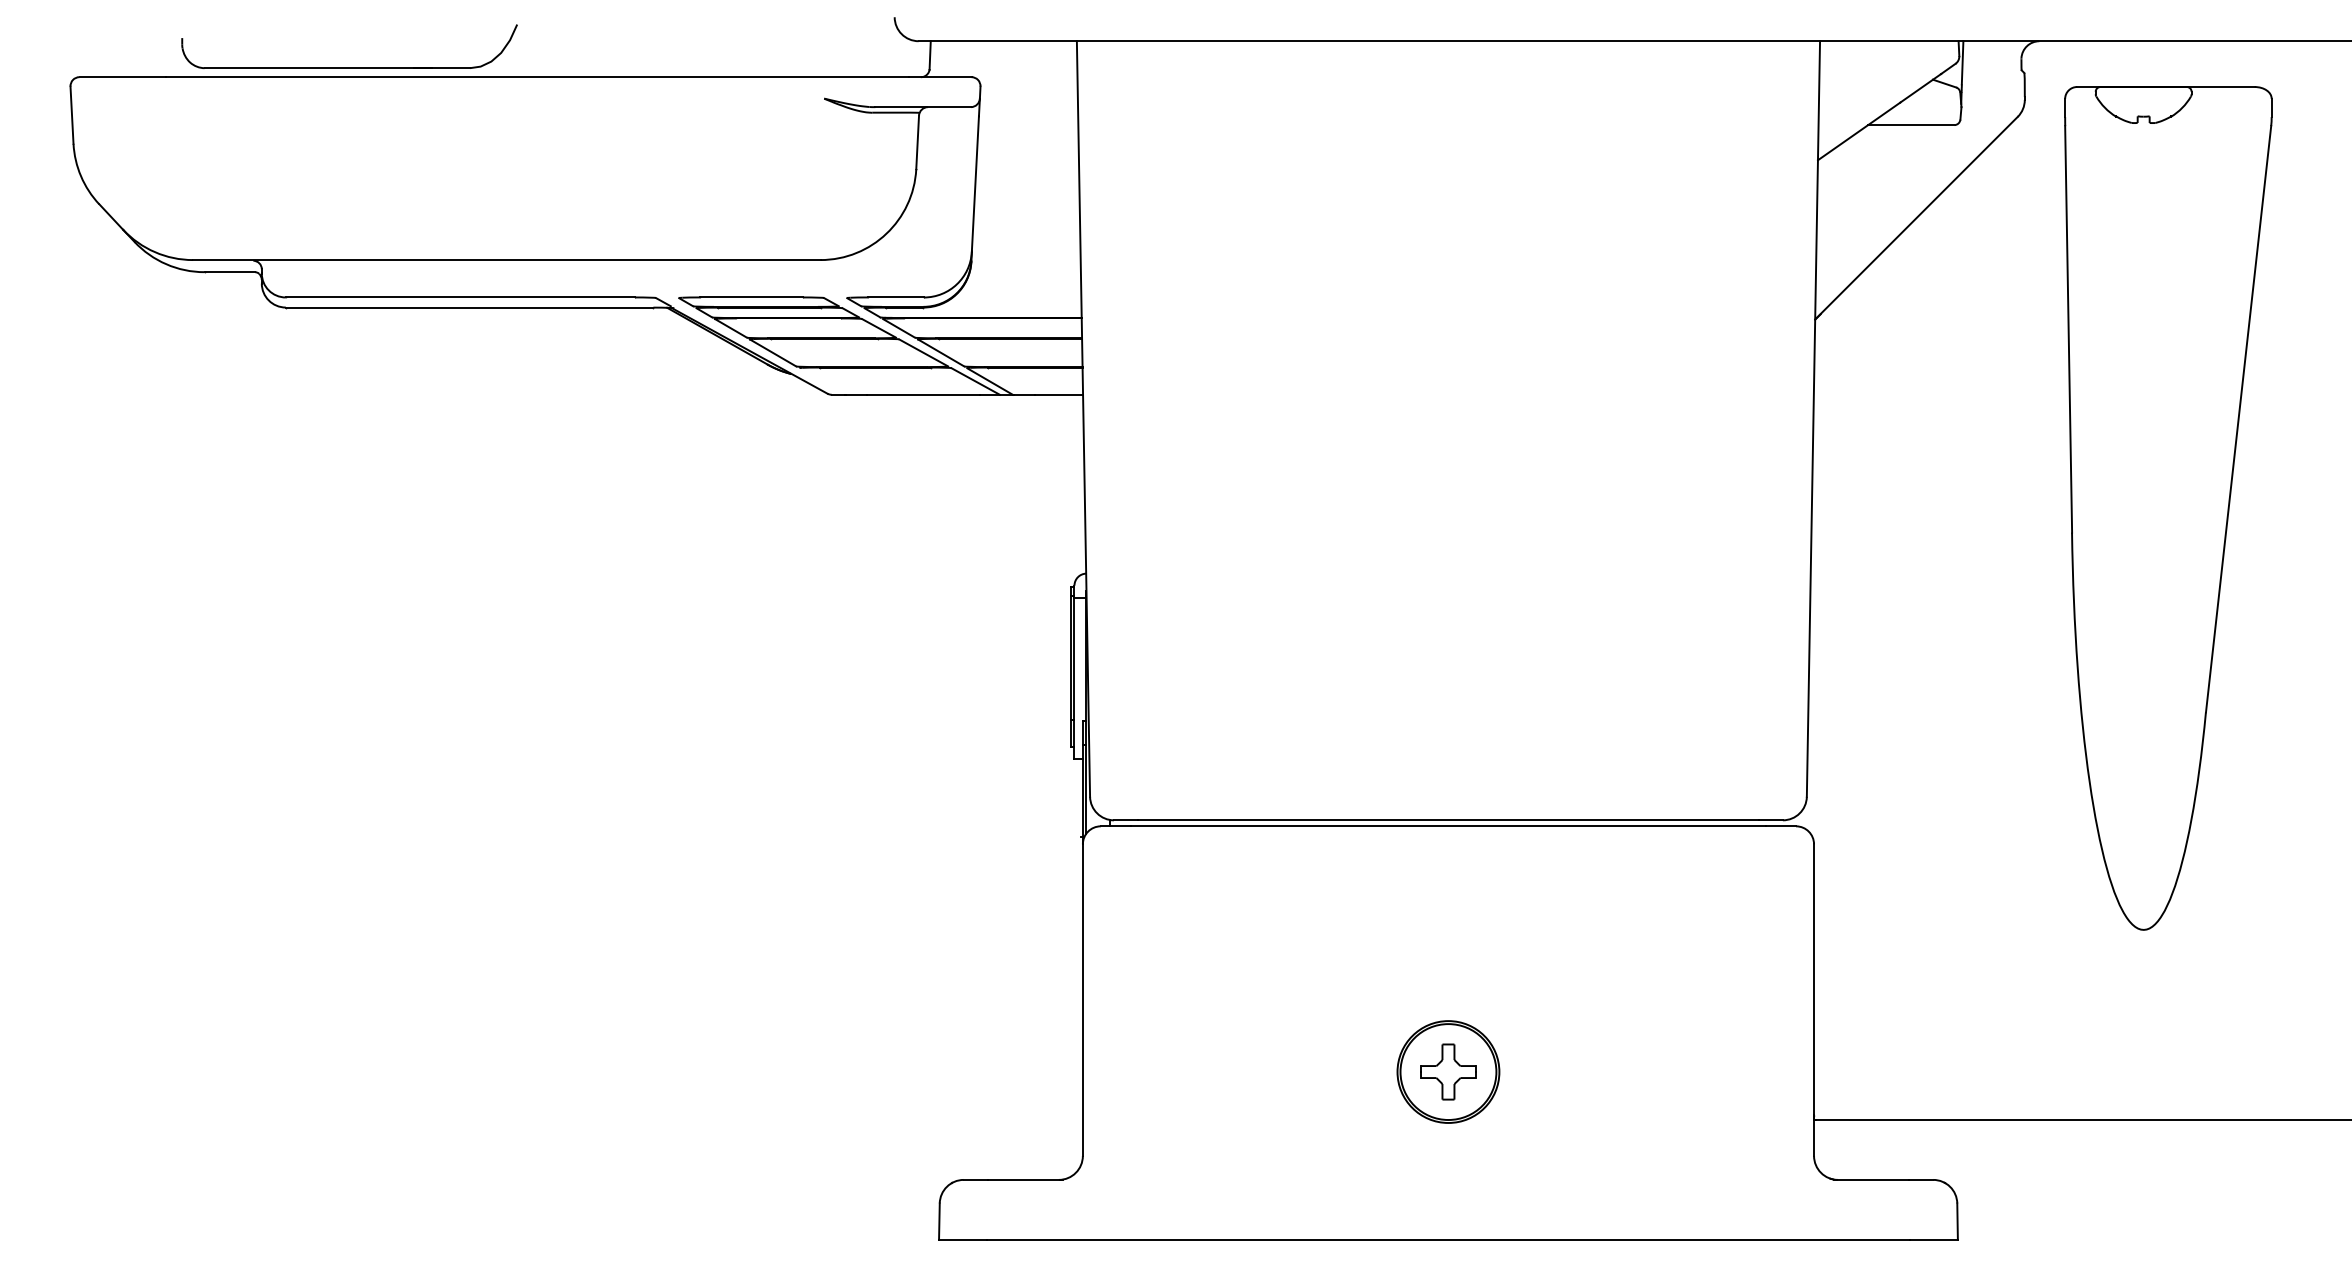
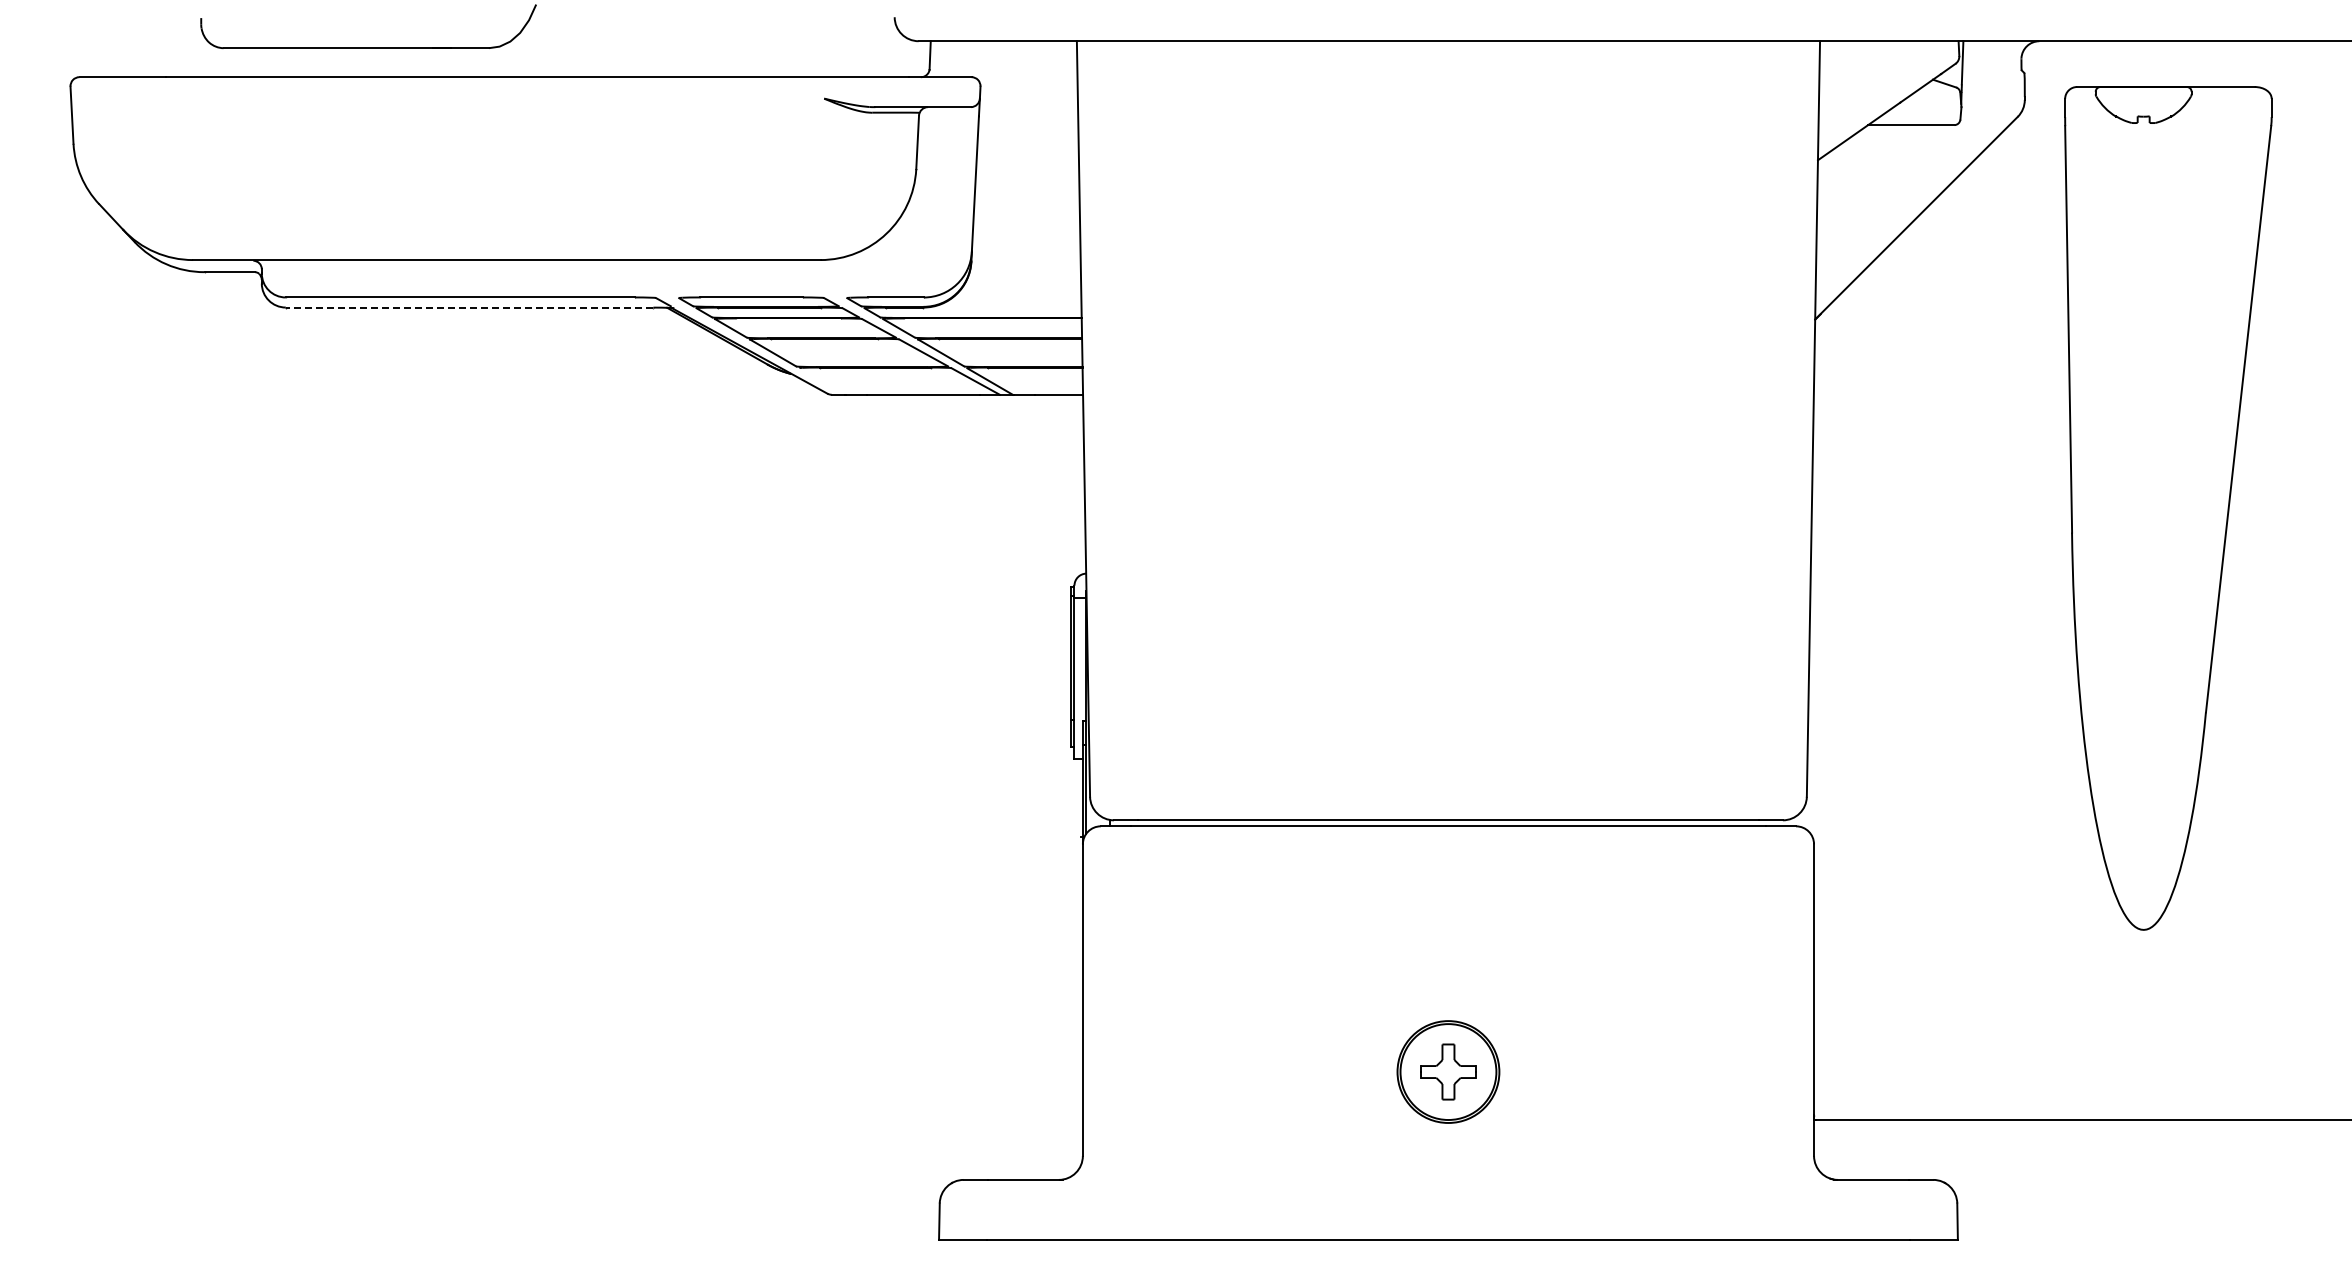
part at (349, 67) position: (349, 67) -> (368, 47)
line at (469, 307): solid -> dashed
